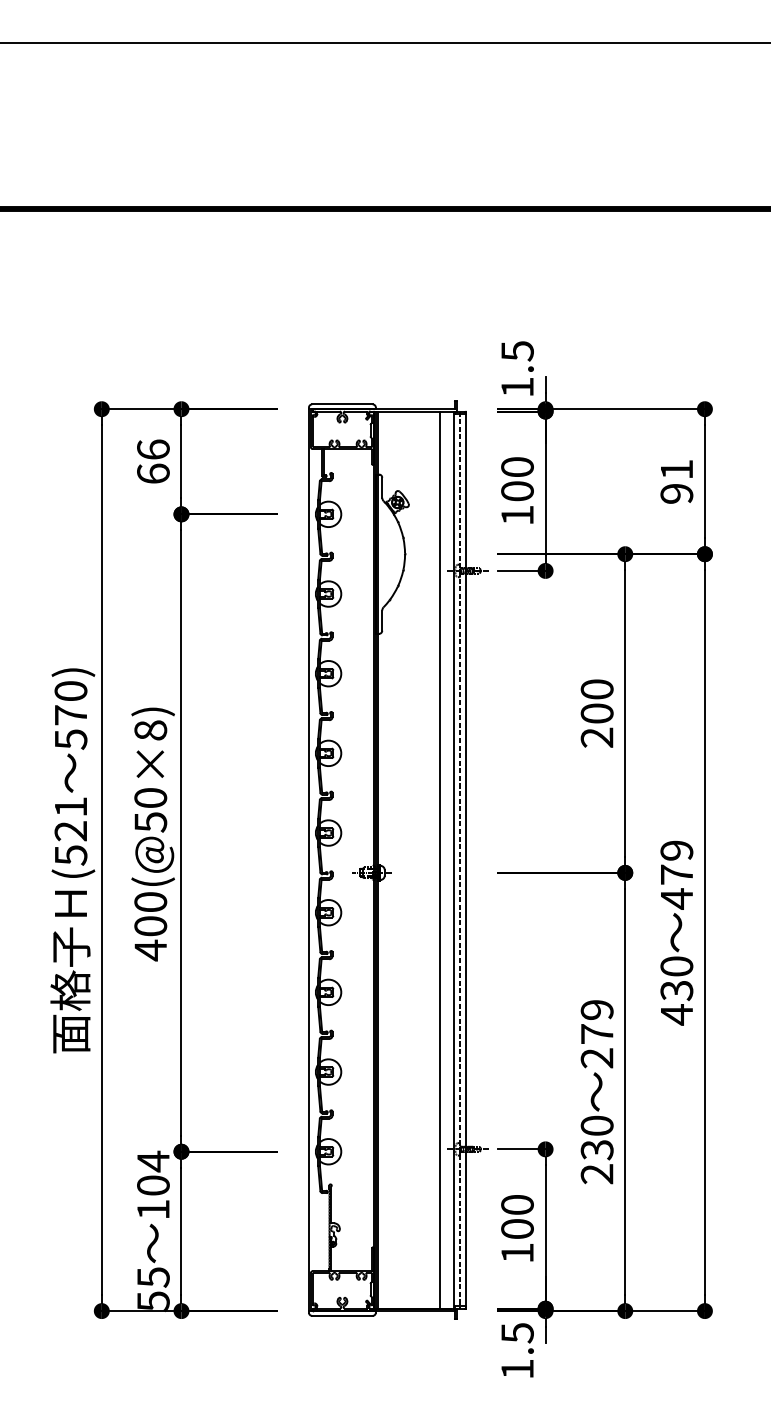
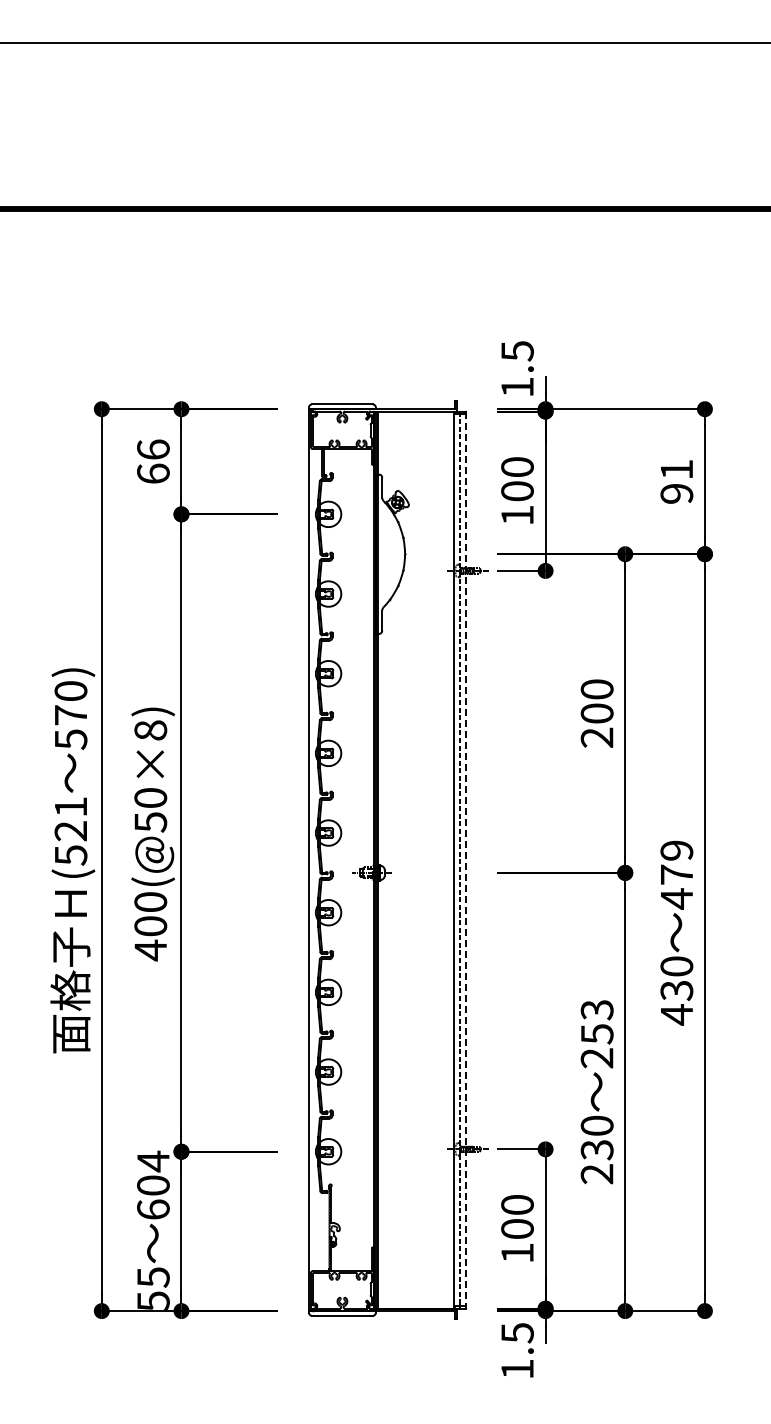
line at (439, 859): present -> none
line at (465, 860): solid -> dashed
text at (597, 1022): 279 -> 253
text at (153, 1209): 104 -> 604
